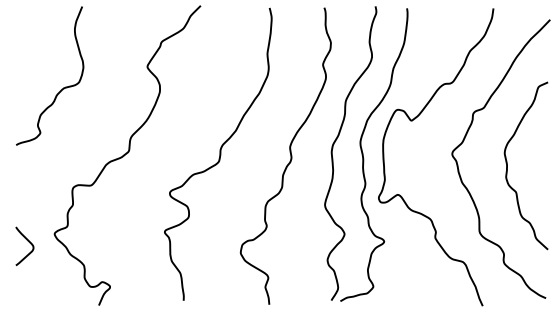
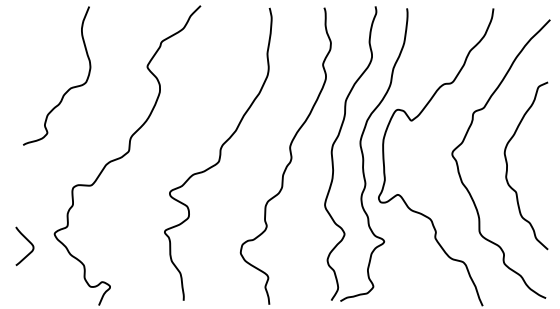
curve at (63, 87) position: (63, 87) -> (70, 87)
